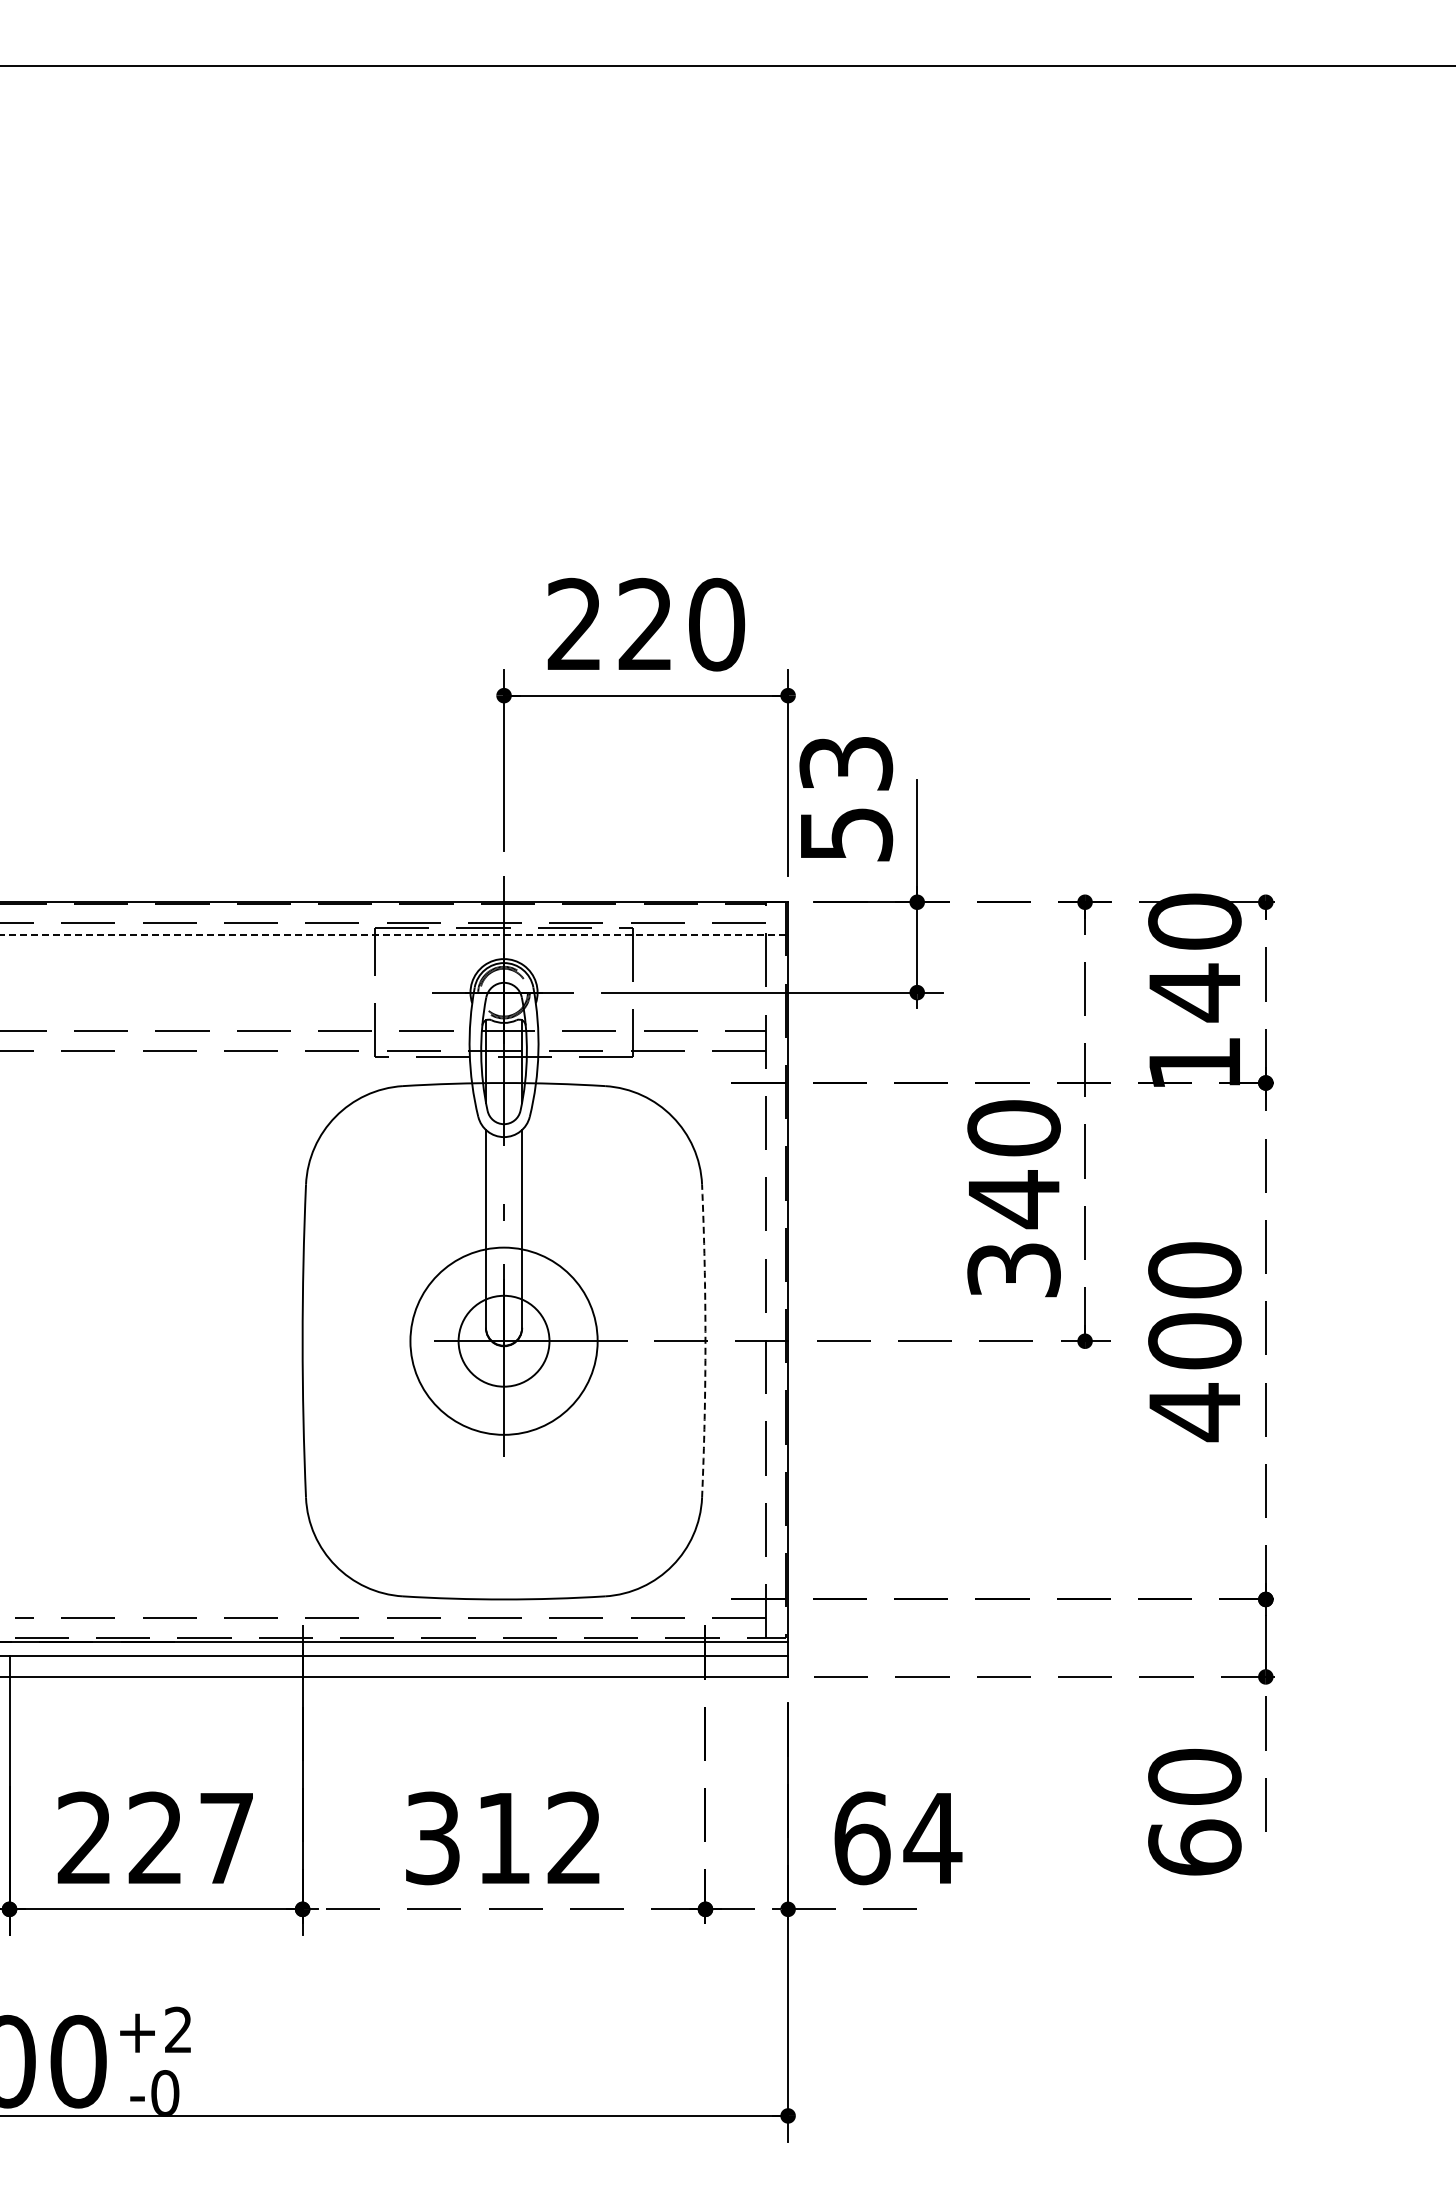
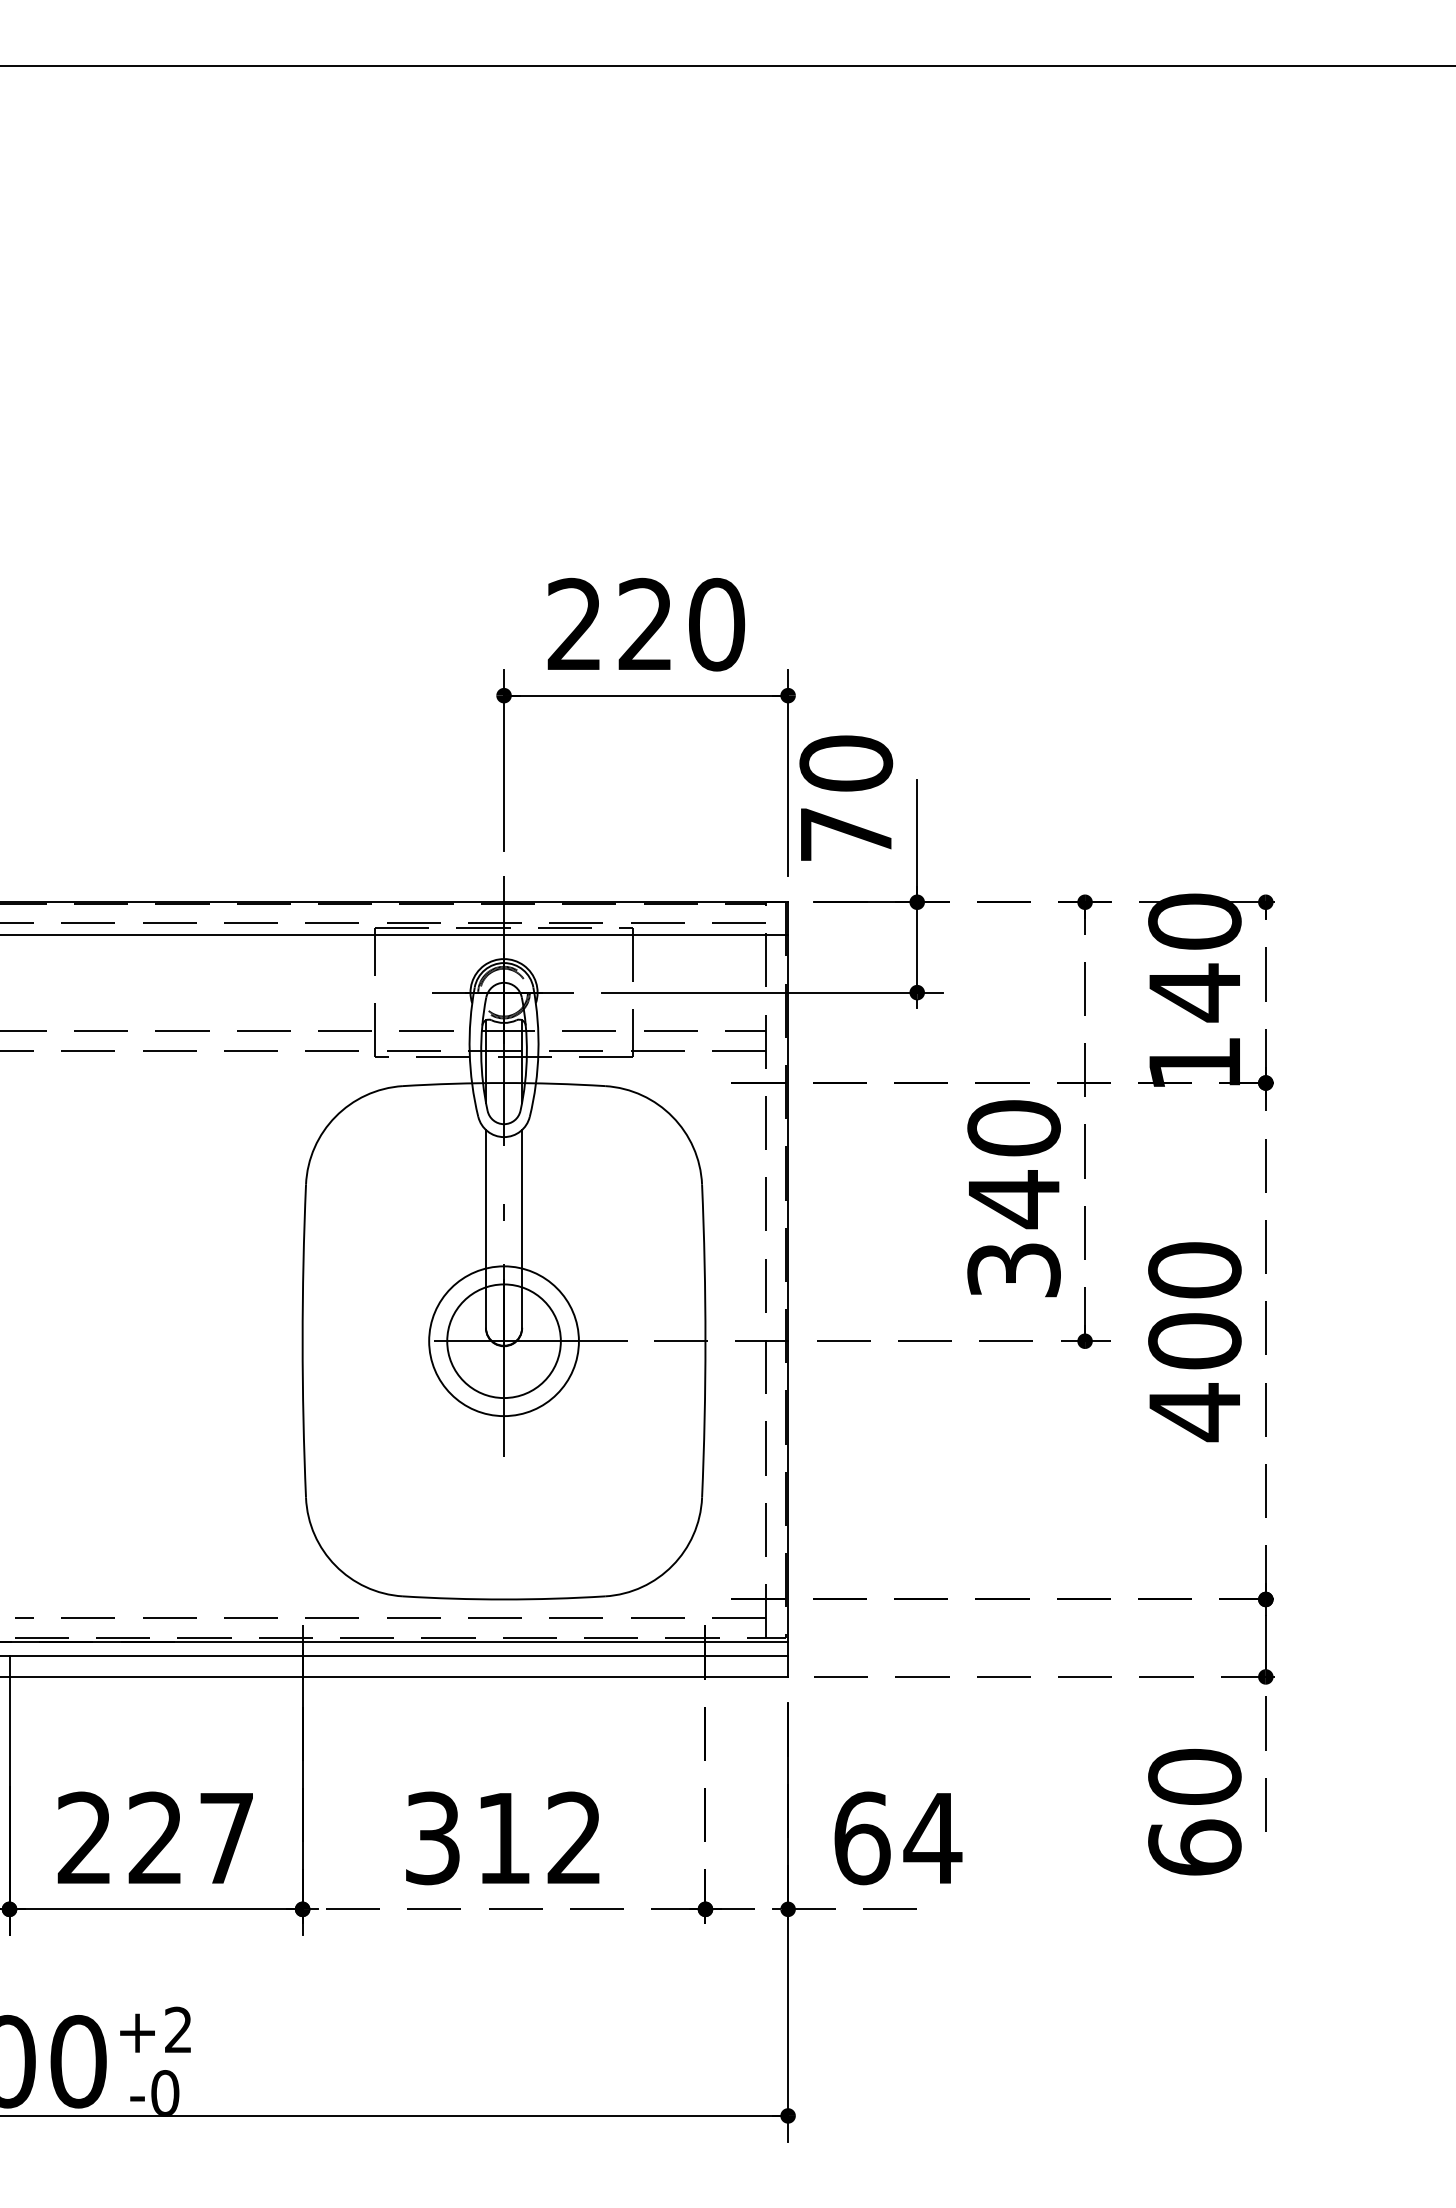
text at (846, 798): 53 -> 70
line at (394, 934): dashed -> solid
circle at (503, 1340) diameter: 187 px -> 150 px
circle at (503, 1340) diameter: 91 px -> 114 px
arc at (705, 1341): dashed -> solid
